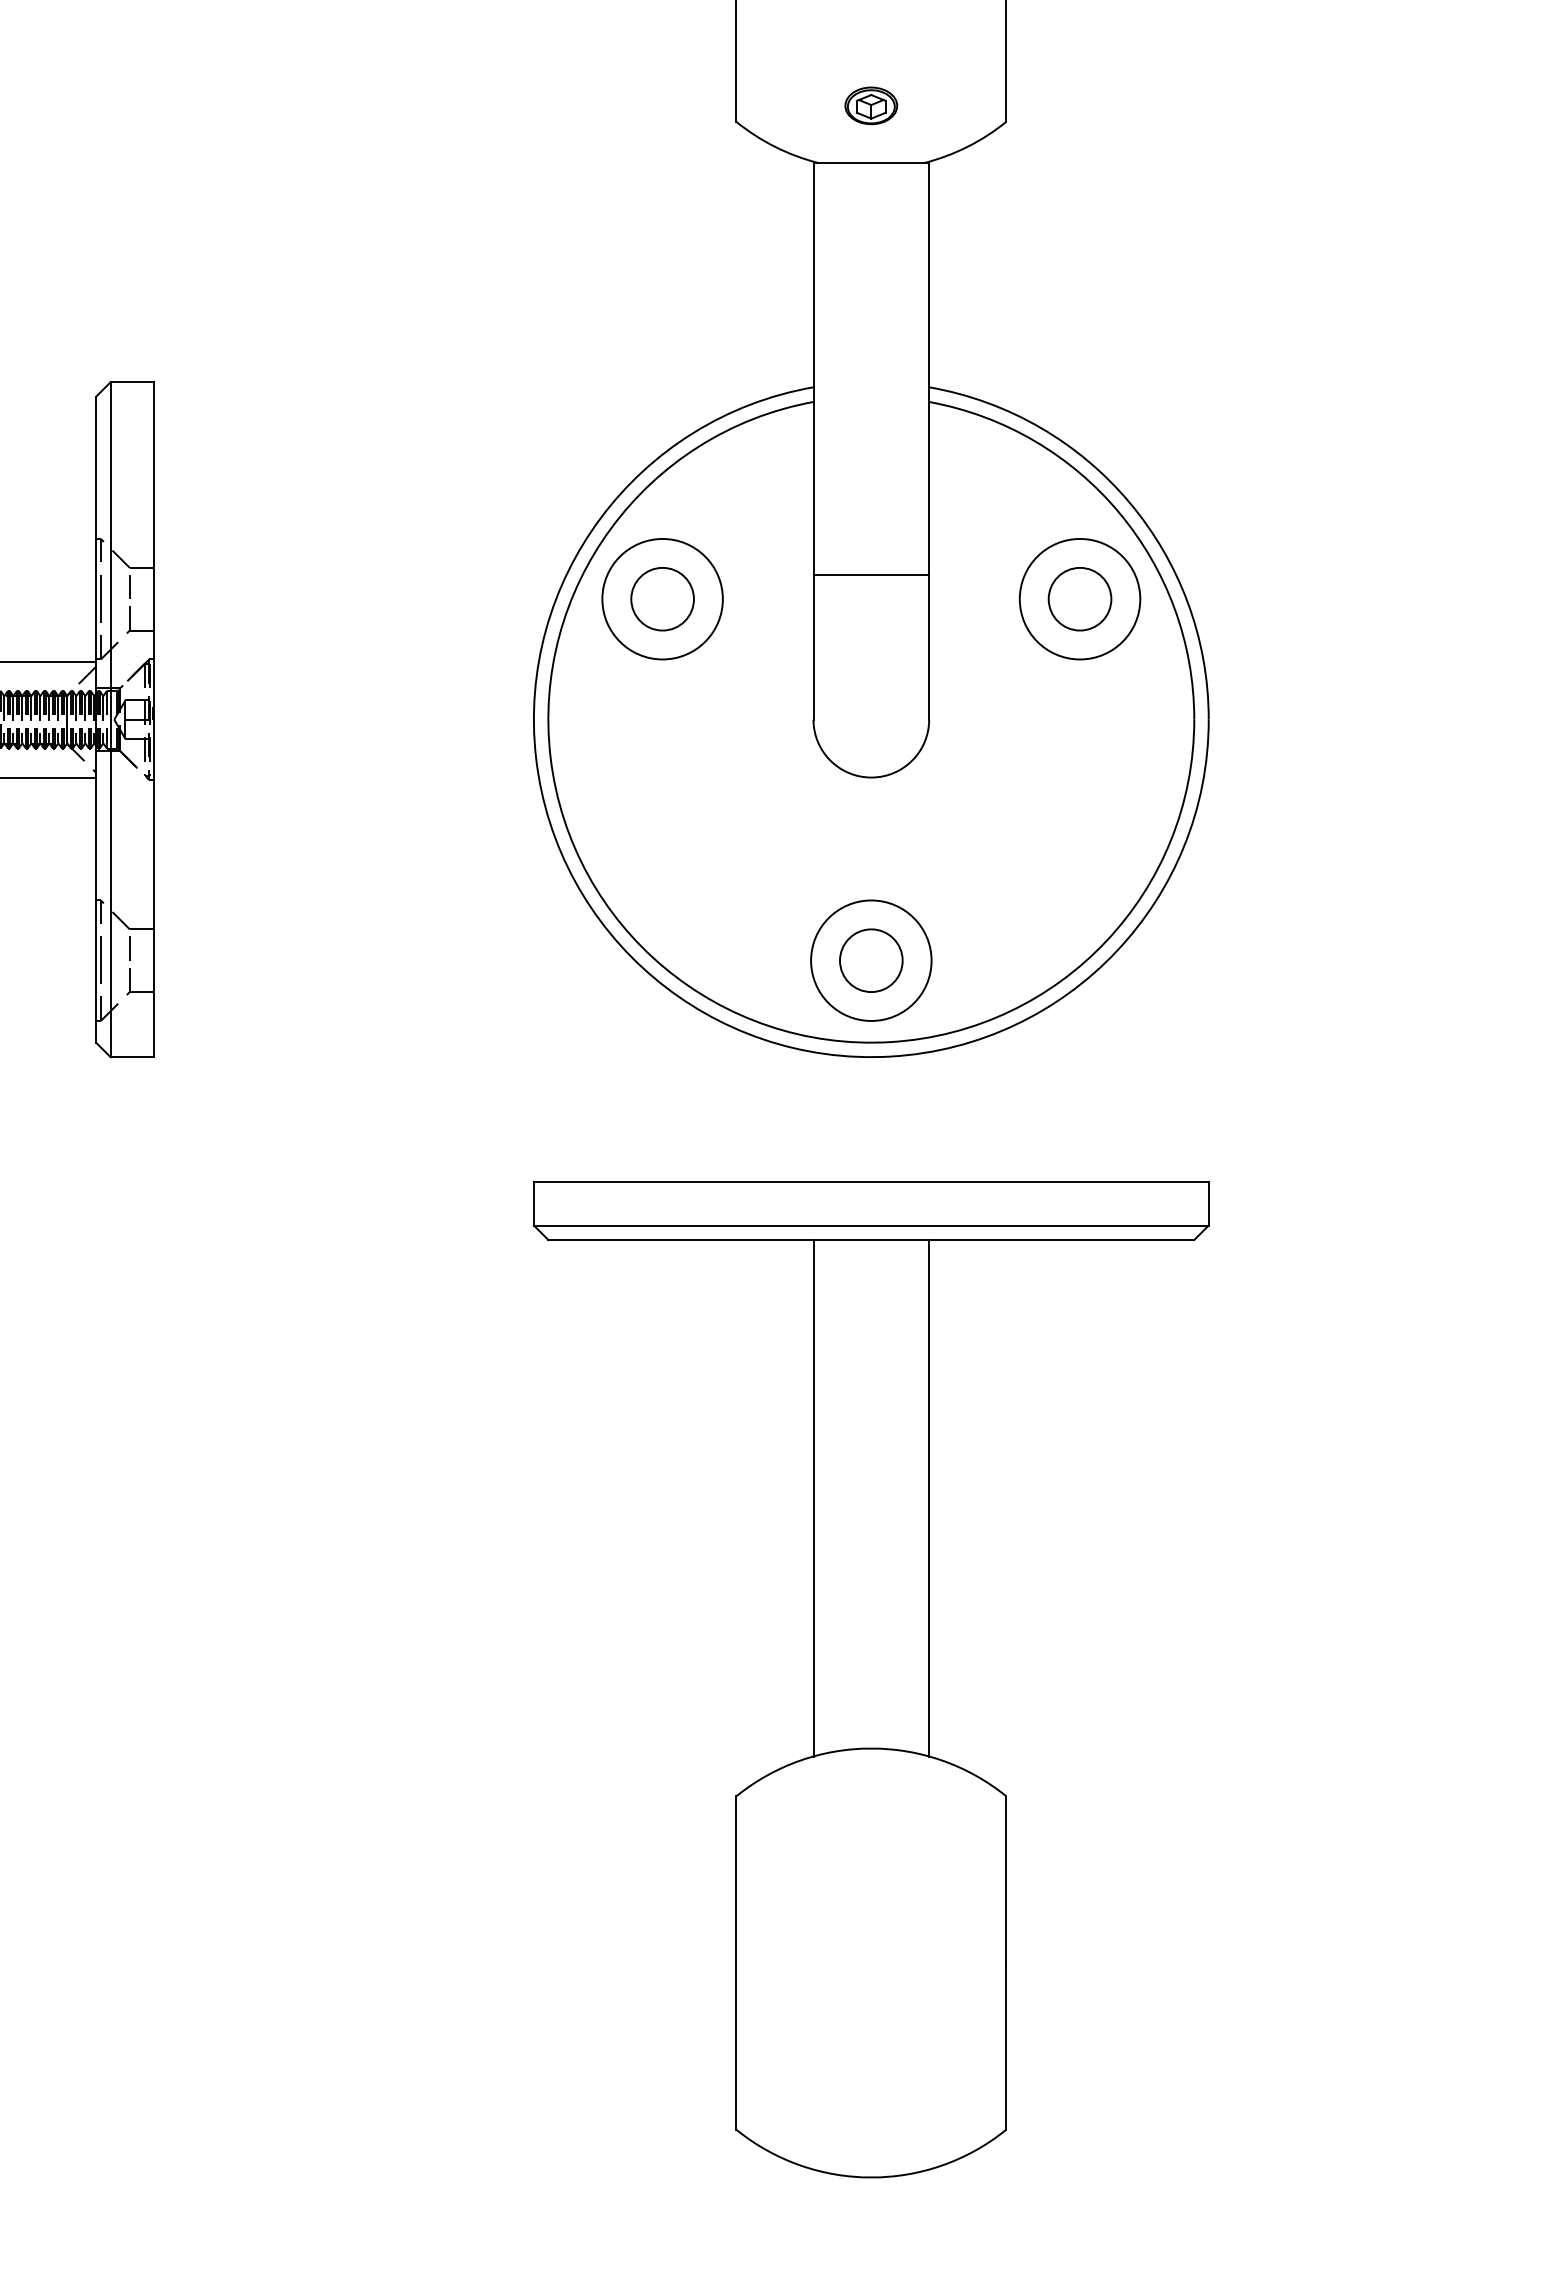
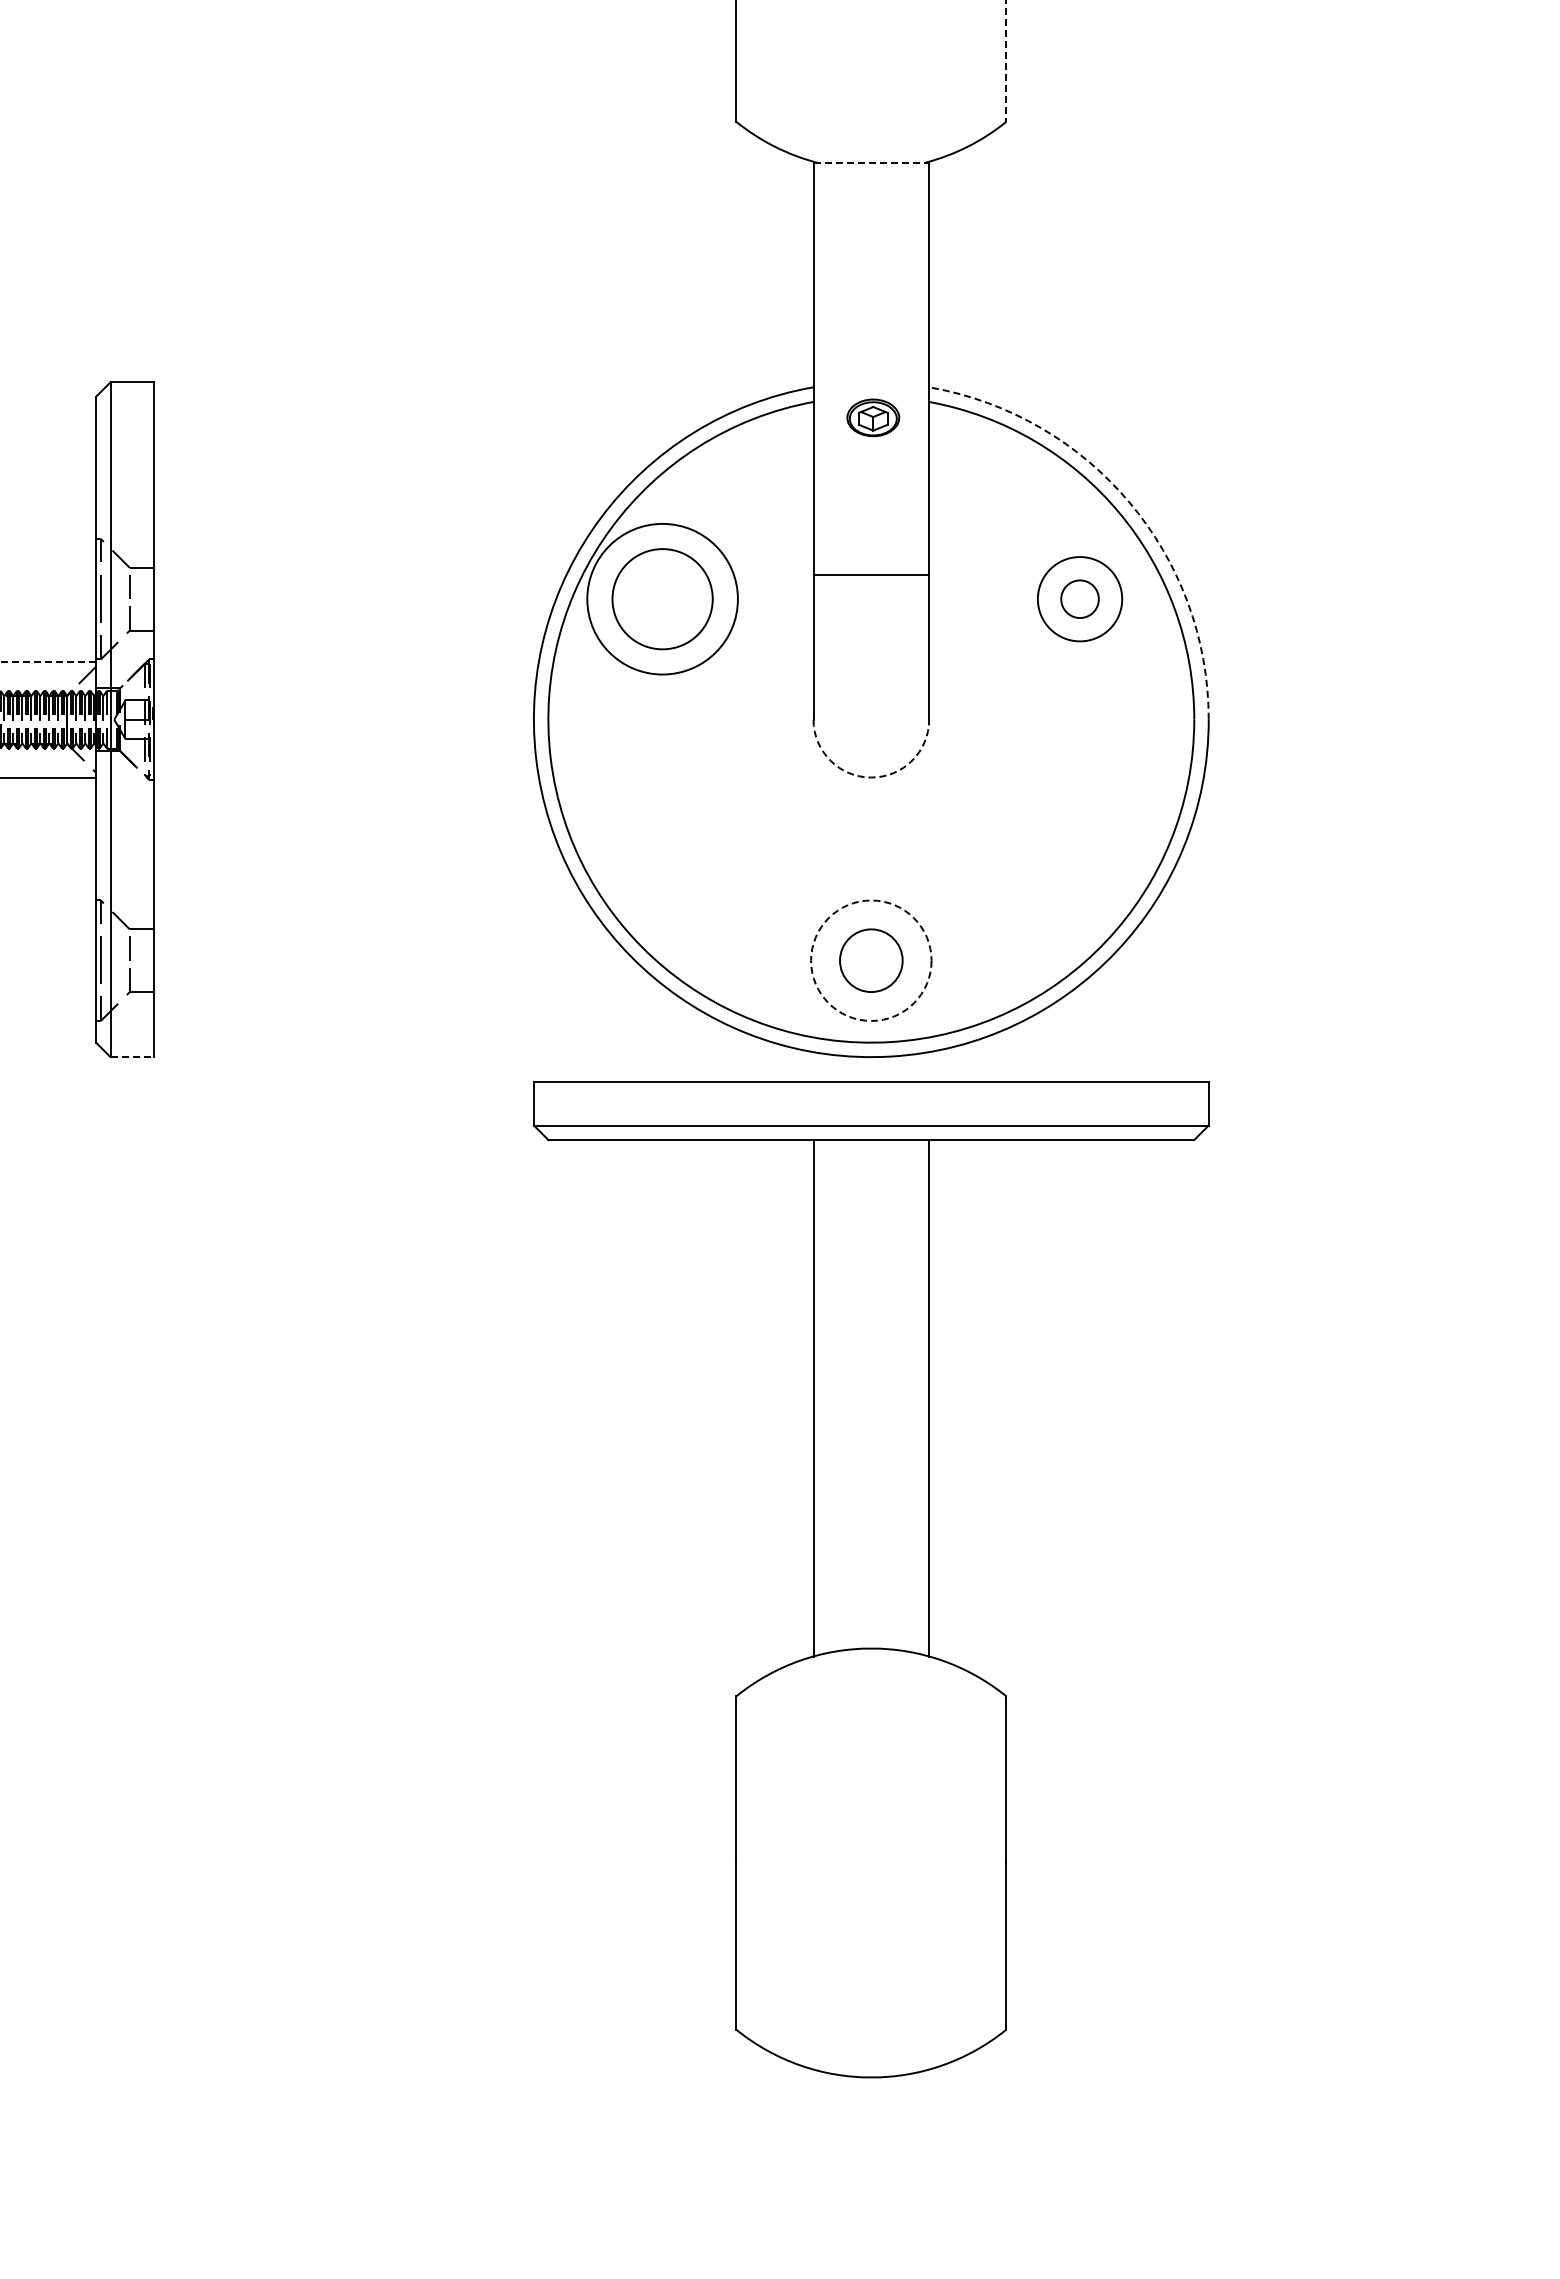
line at (1006, 61): solid -> dashed
part at (871, 105) position: (871, 105) -> (873, 417)
line at (871, 163): solid -> dashed
arc at (1129, 502): solid -> dashed
circle at (662, 598) diameter: 121 px -> 151 px
circle at (662, 598) diameter: 63 px -> 100 px
circle at (1079, 598) diameter: 121 px -> 84 px
circle at (1079, 598) diameter: 63 px -> 38 px
line at (48, 661): solid -> dashed
arc at (871, 777): solid -> dashed
circle at (871, 960): solid -> dashed
line at (132, 1057): solid -> dashed
part at (870, 1679) position: (870, 1679) -> (870, 1579)
